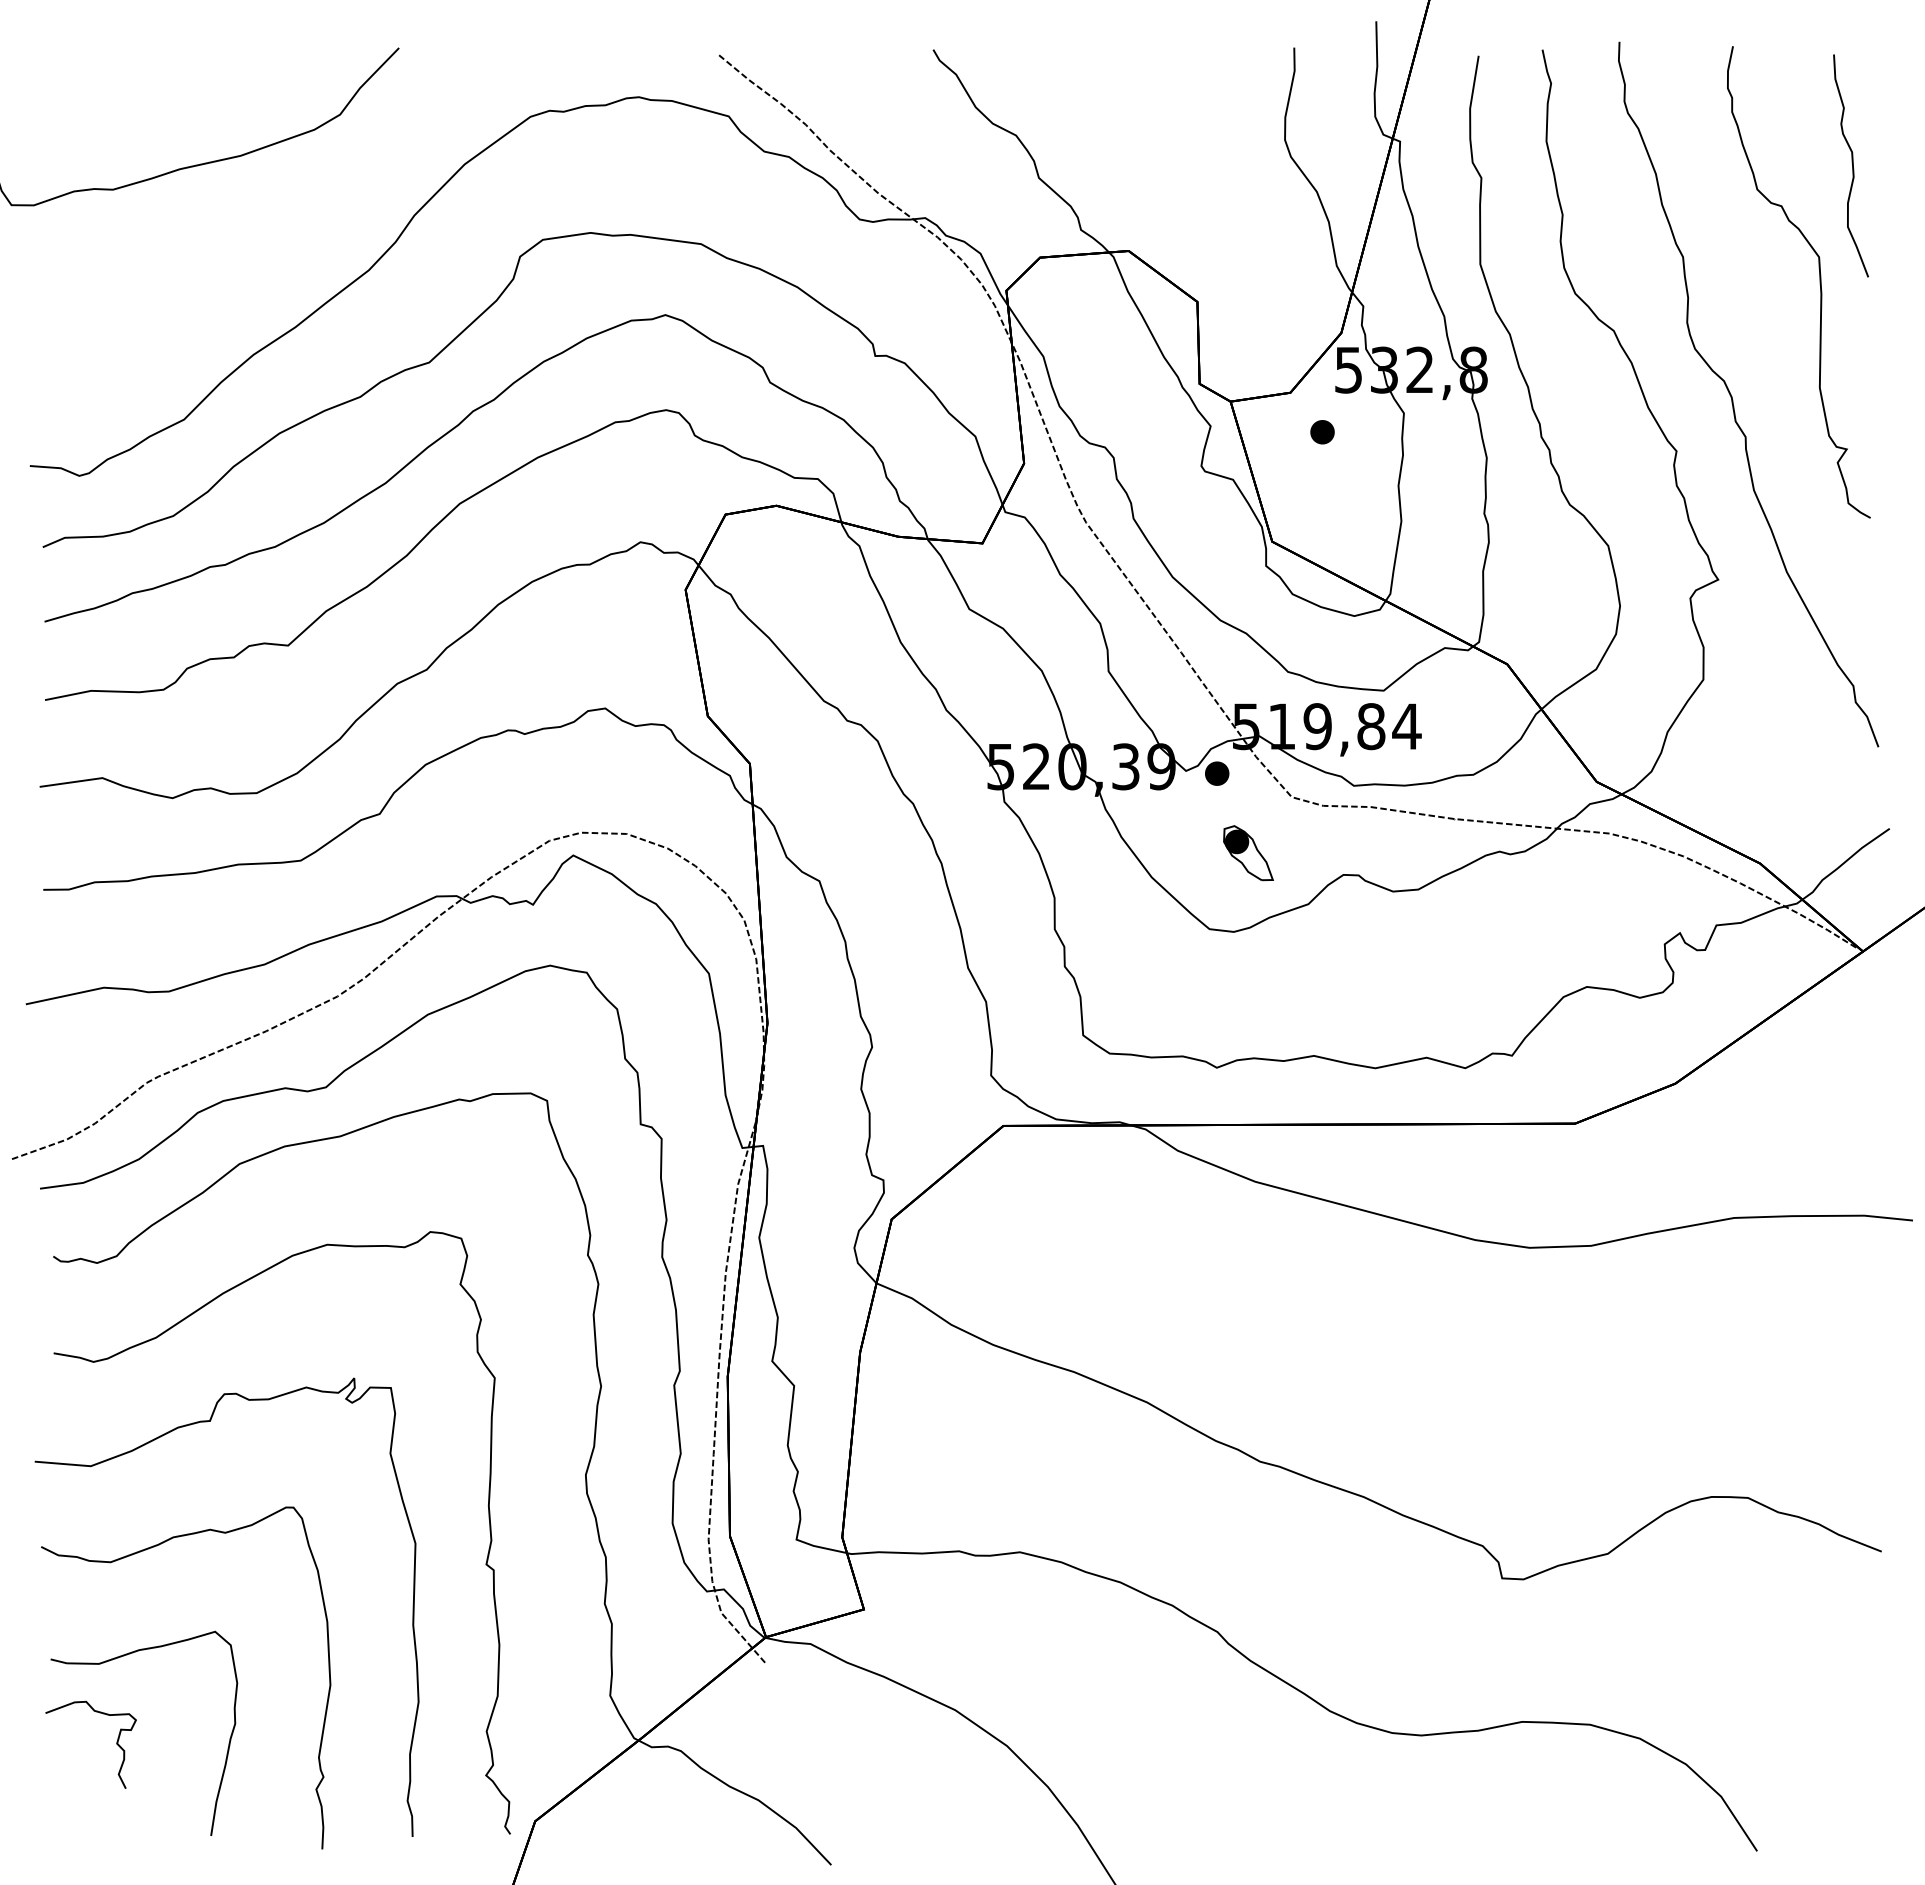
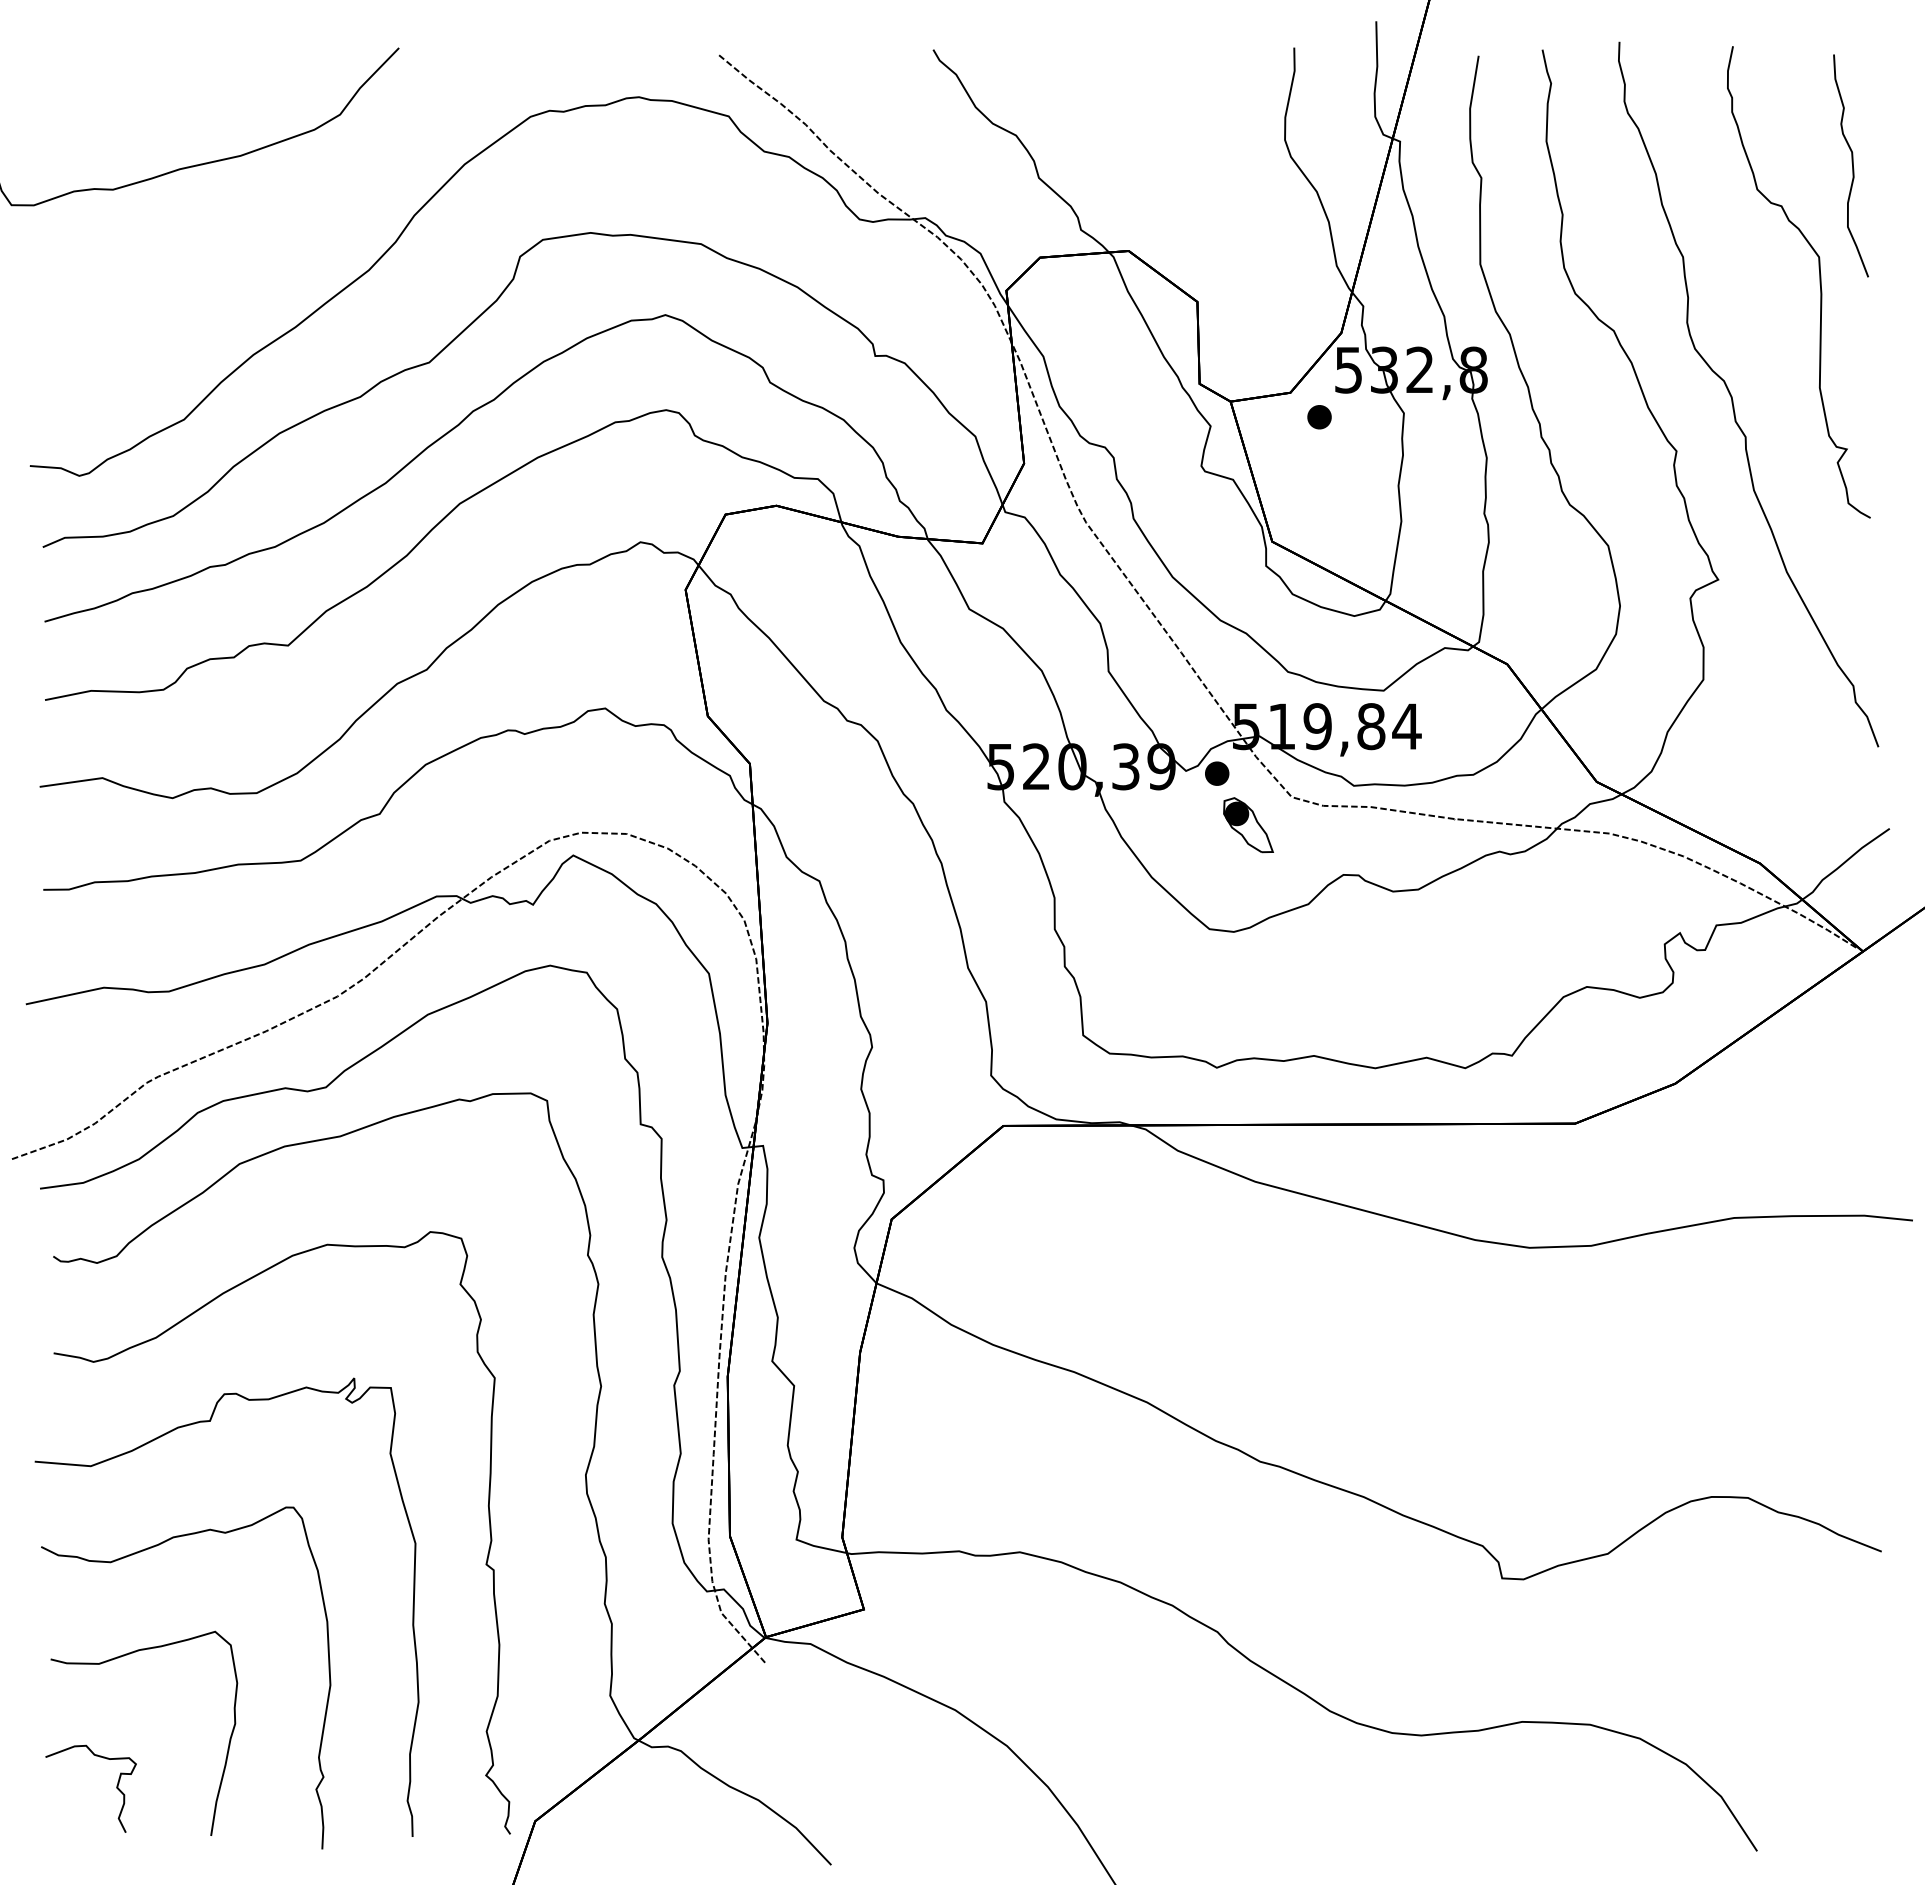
part at (1322, 432) position: (1322, 432) -> (1319, 417)
part at (1248, 853) position: (1248, 853) -> (1248, 825)
curve at (116, 1744) position: (116, 1744) -> (116, 1788)
